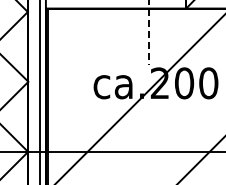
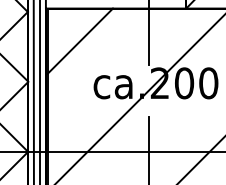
line at (149, 33): dashed -> solid
line at (79, 40): none -> present
line at (33, 91): none -> present
line at (149, 148): none -> present
